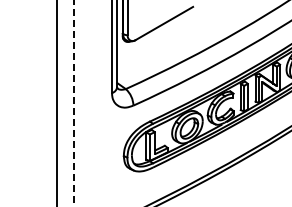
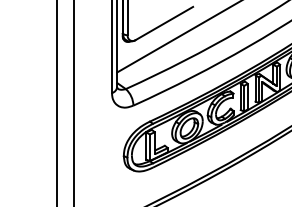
line at (177, 37): none -> present
line at (74, 103): dashed -> solid
